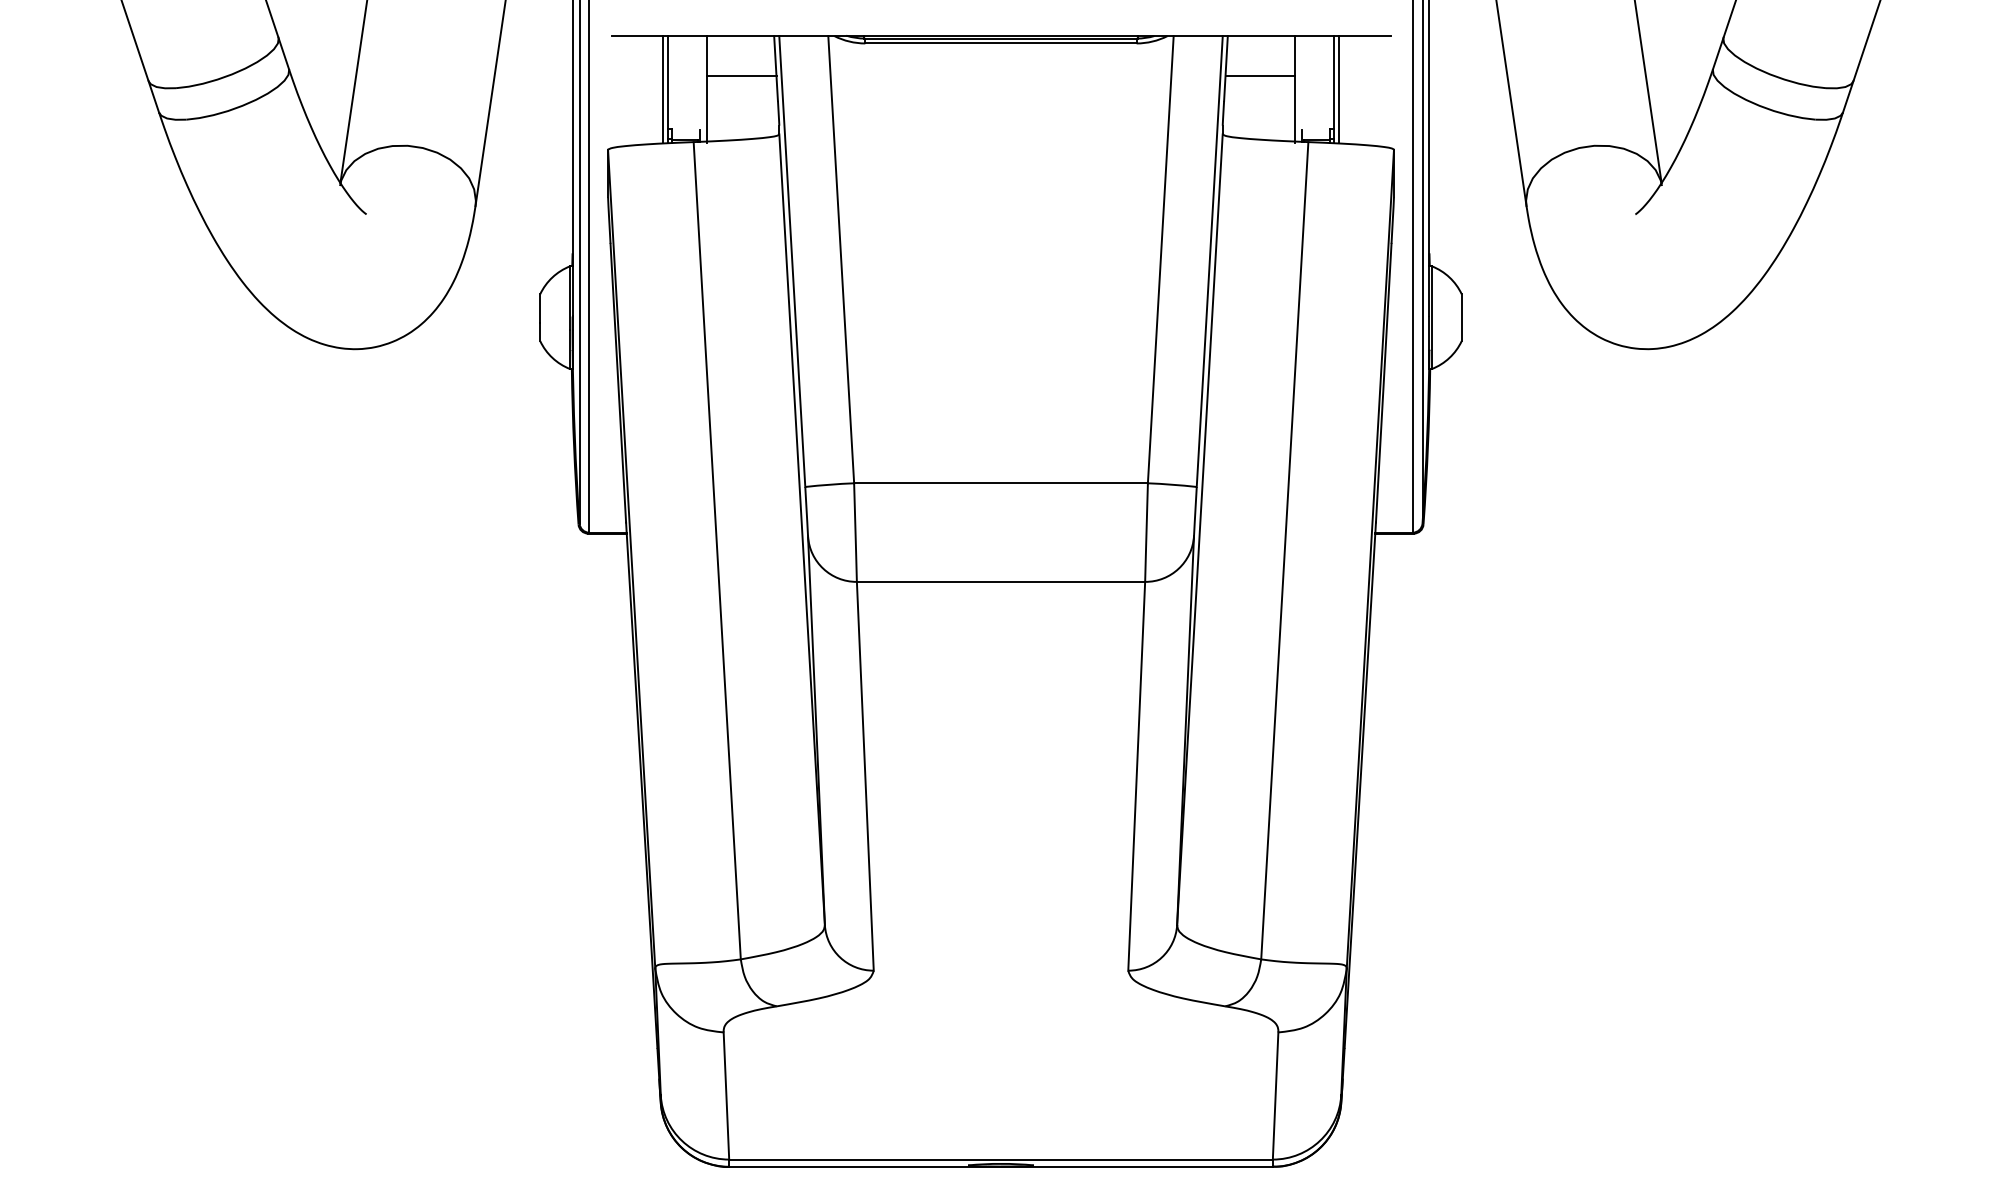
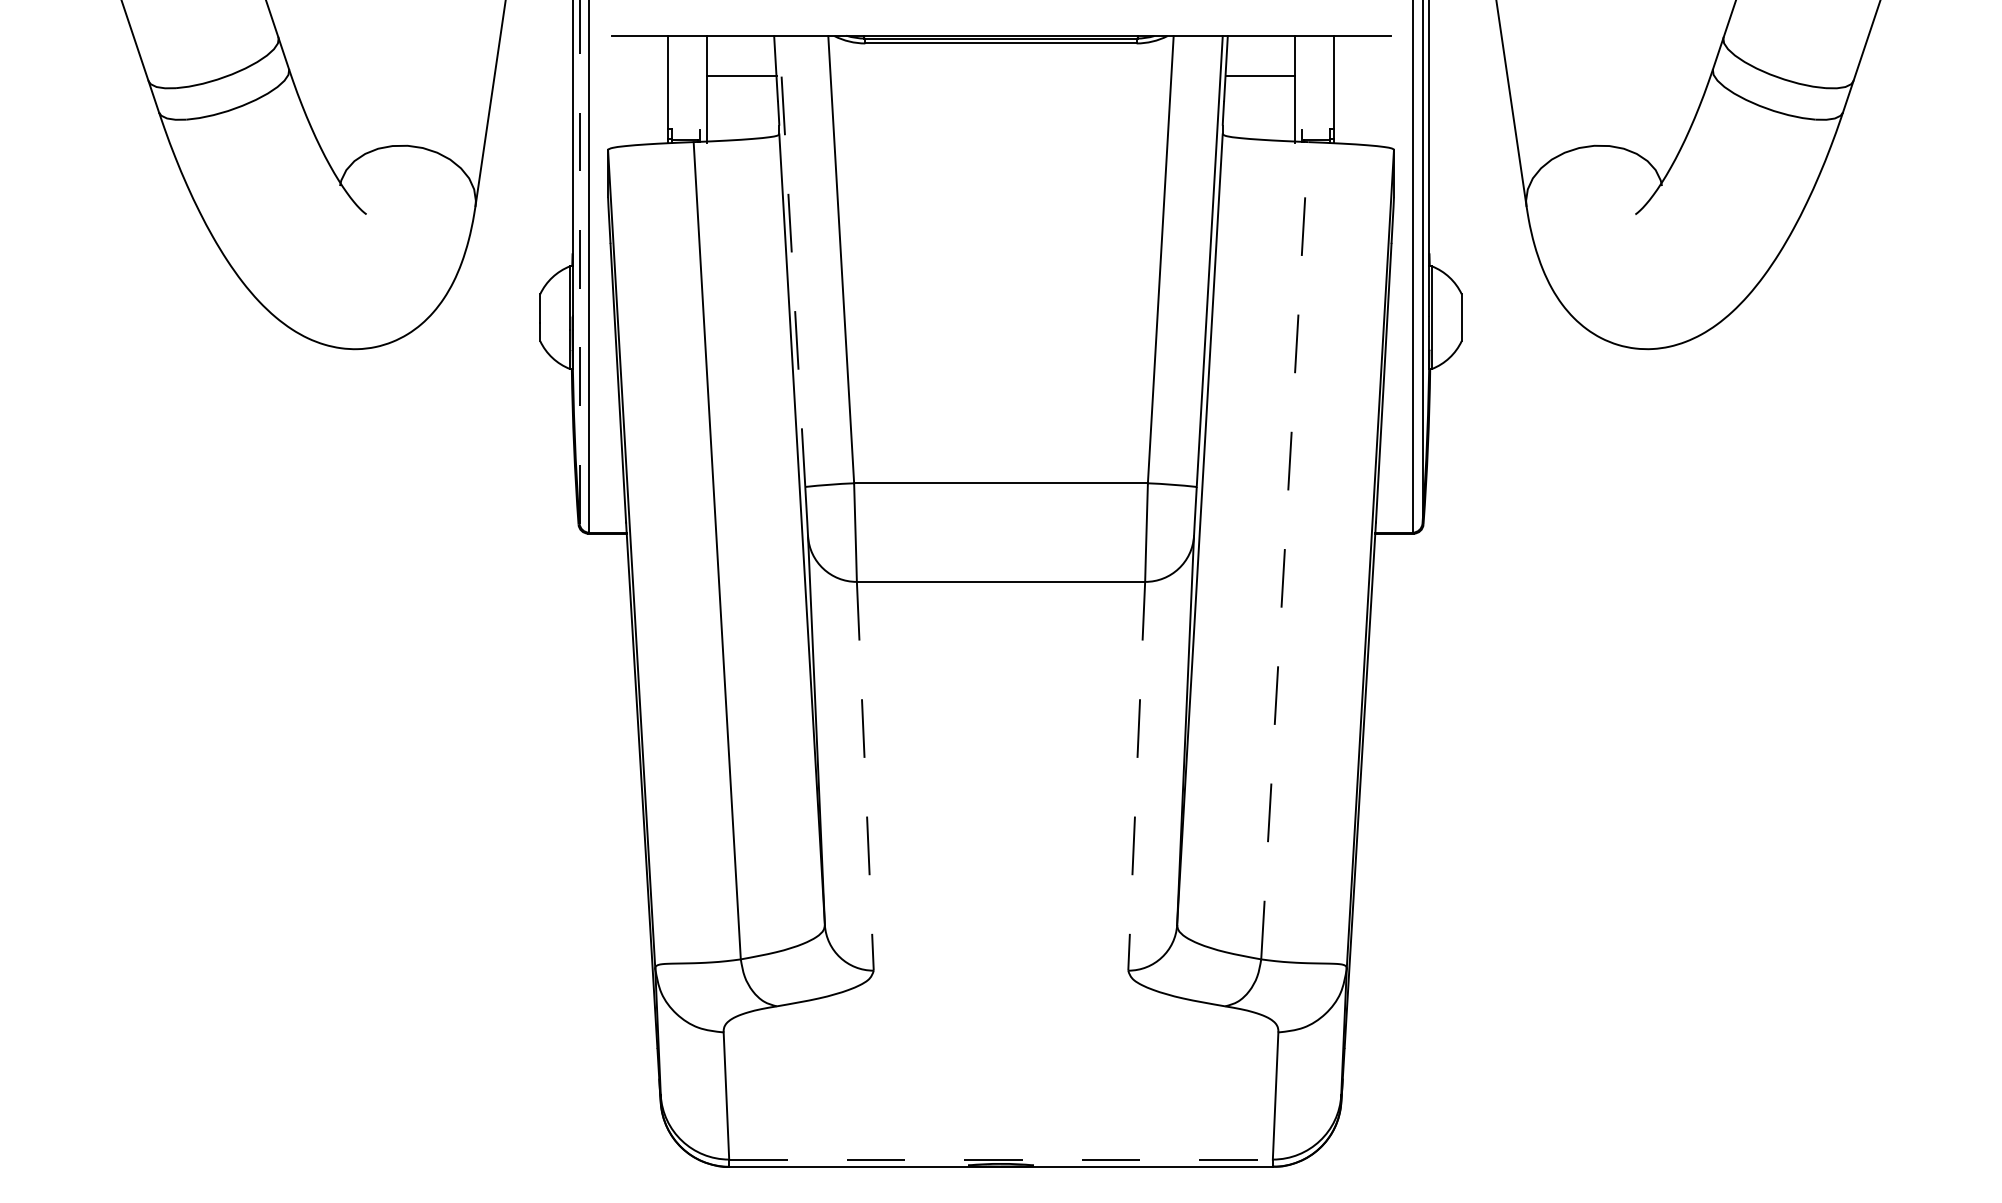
line at (663, 89): present -> none
line at (1338, 89): present -> none
line at (353, 92): present -> none
line at (1648, 92): present -> none
line at (579, 261): solid -> dashed
line at (792, 261): solid -> dashed
line at (1284, 550): solid -> dashed
line at (865, 776): solid -> dashed
line at (1136, 776): solid -> dashed
line at (1001, 1159): solid -> dashed
